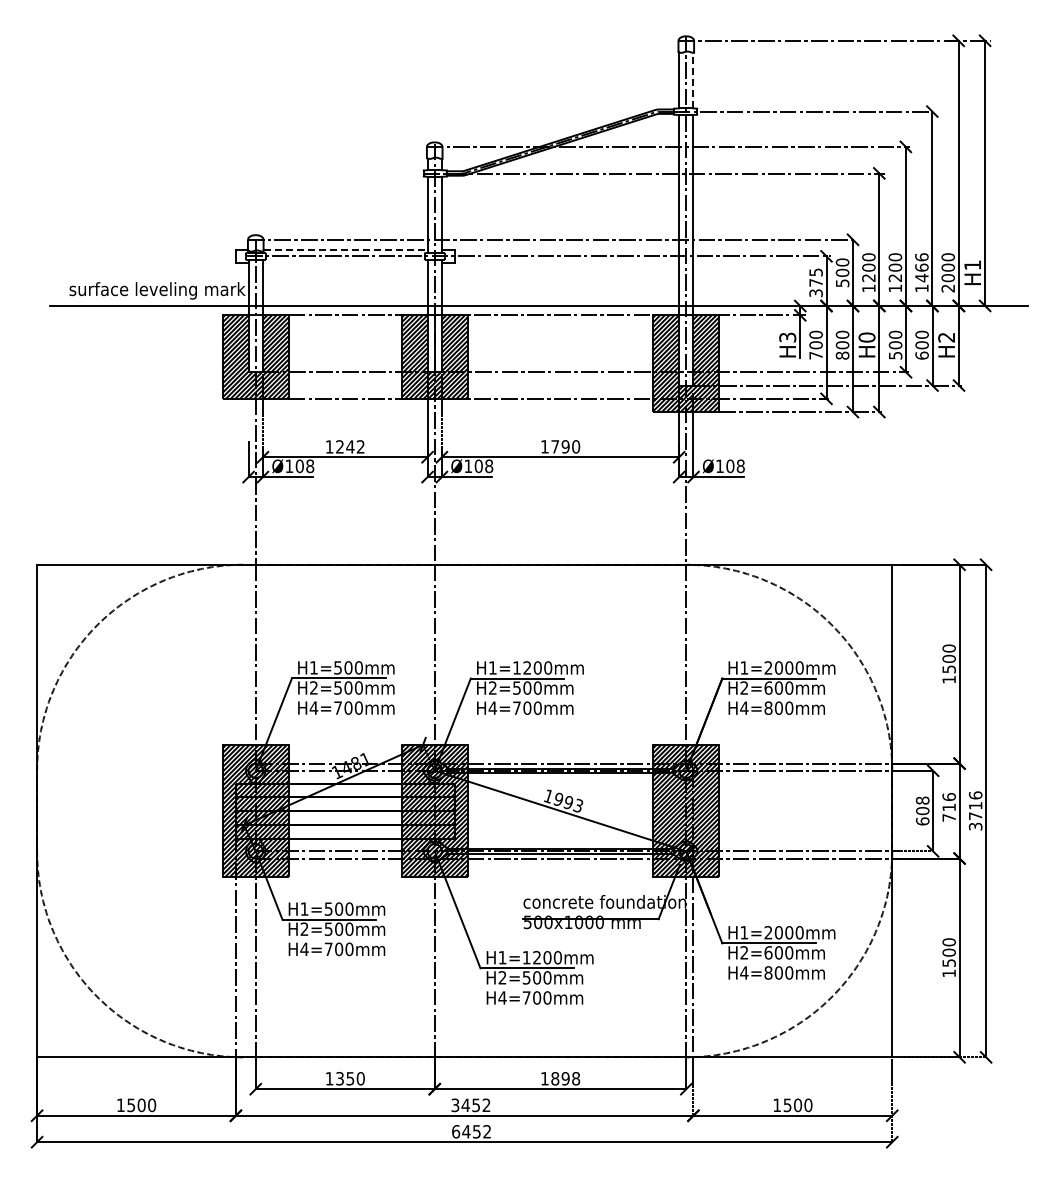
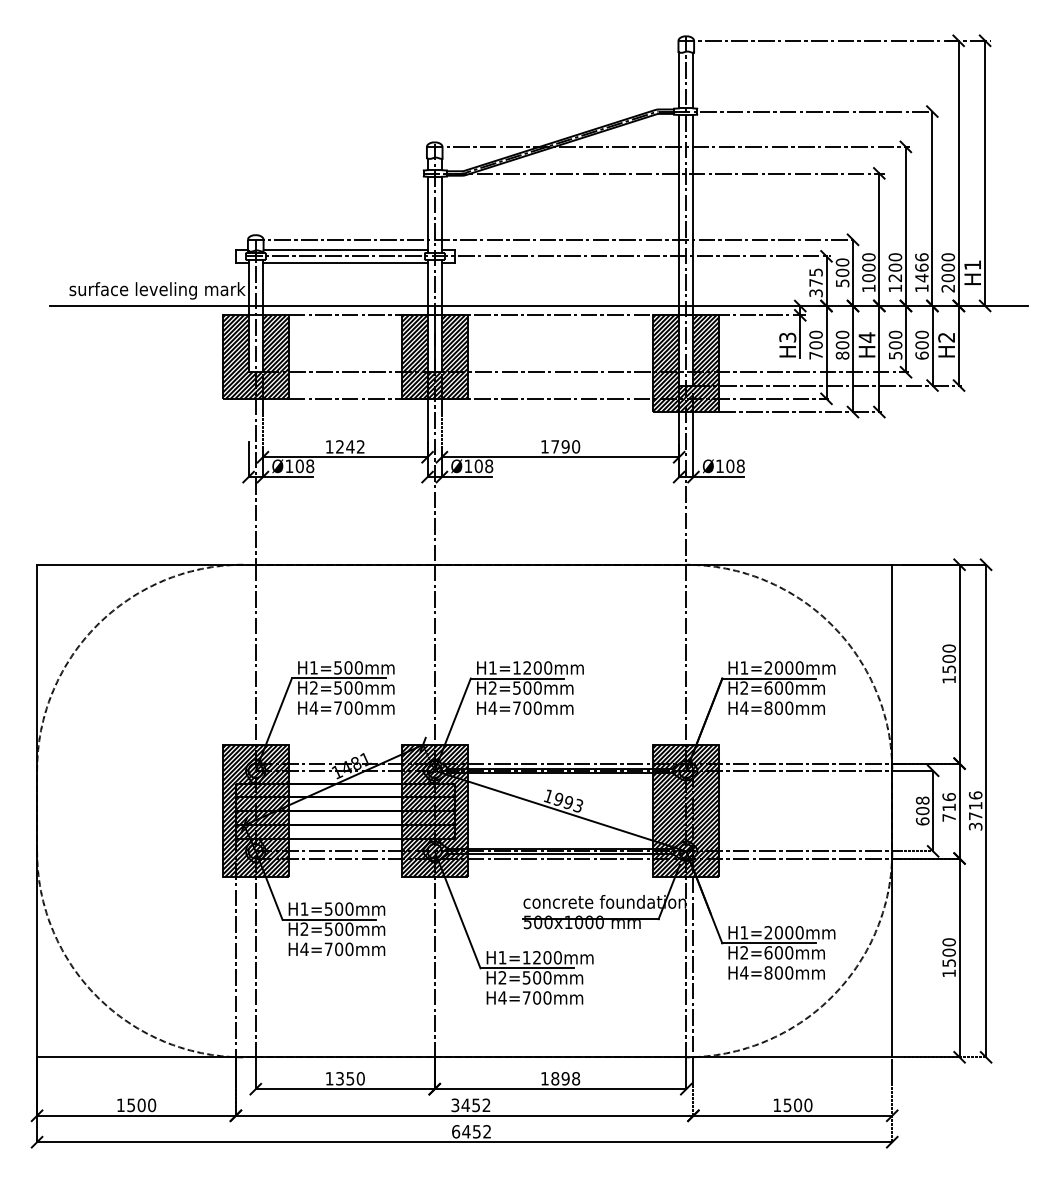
line at (693, 80): dashed -> solid
line at (345, 249): dashed -> solid
line at (344, 262): none -> present
text at (868, 278): 1200 -> 1000
text at (866, 337): H0 -> H4
